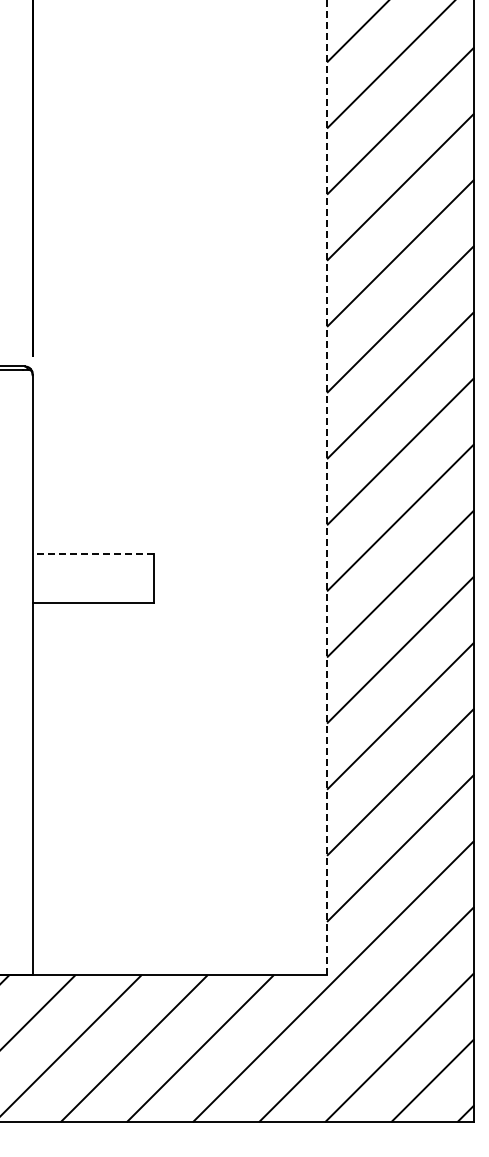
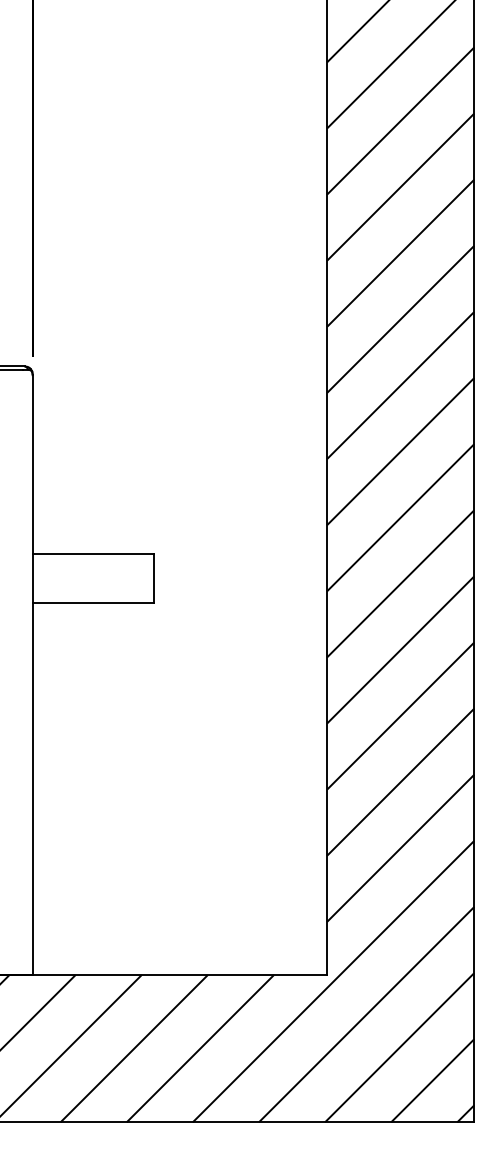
line at (327, 487): dashed -> solid
line at (93, 554): dashed -> solid
